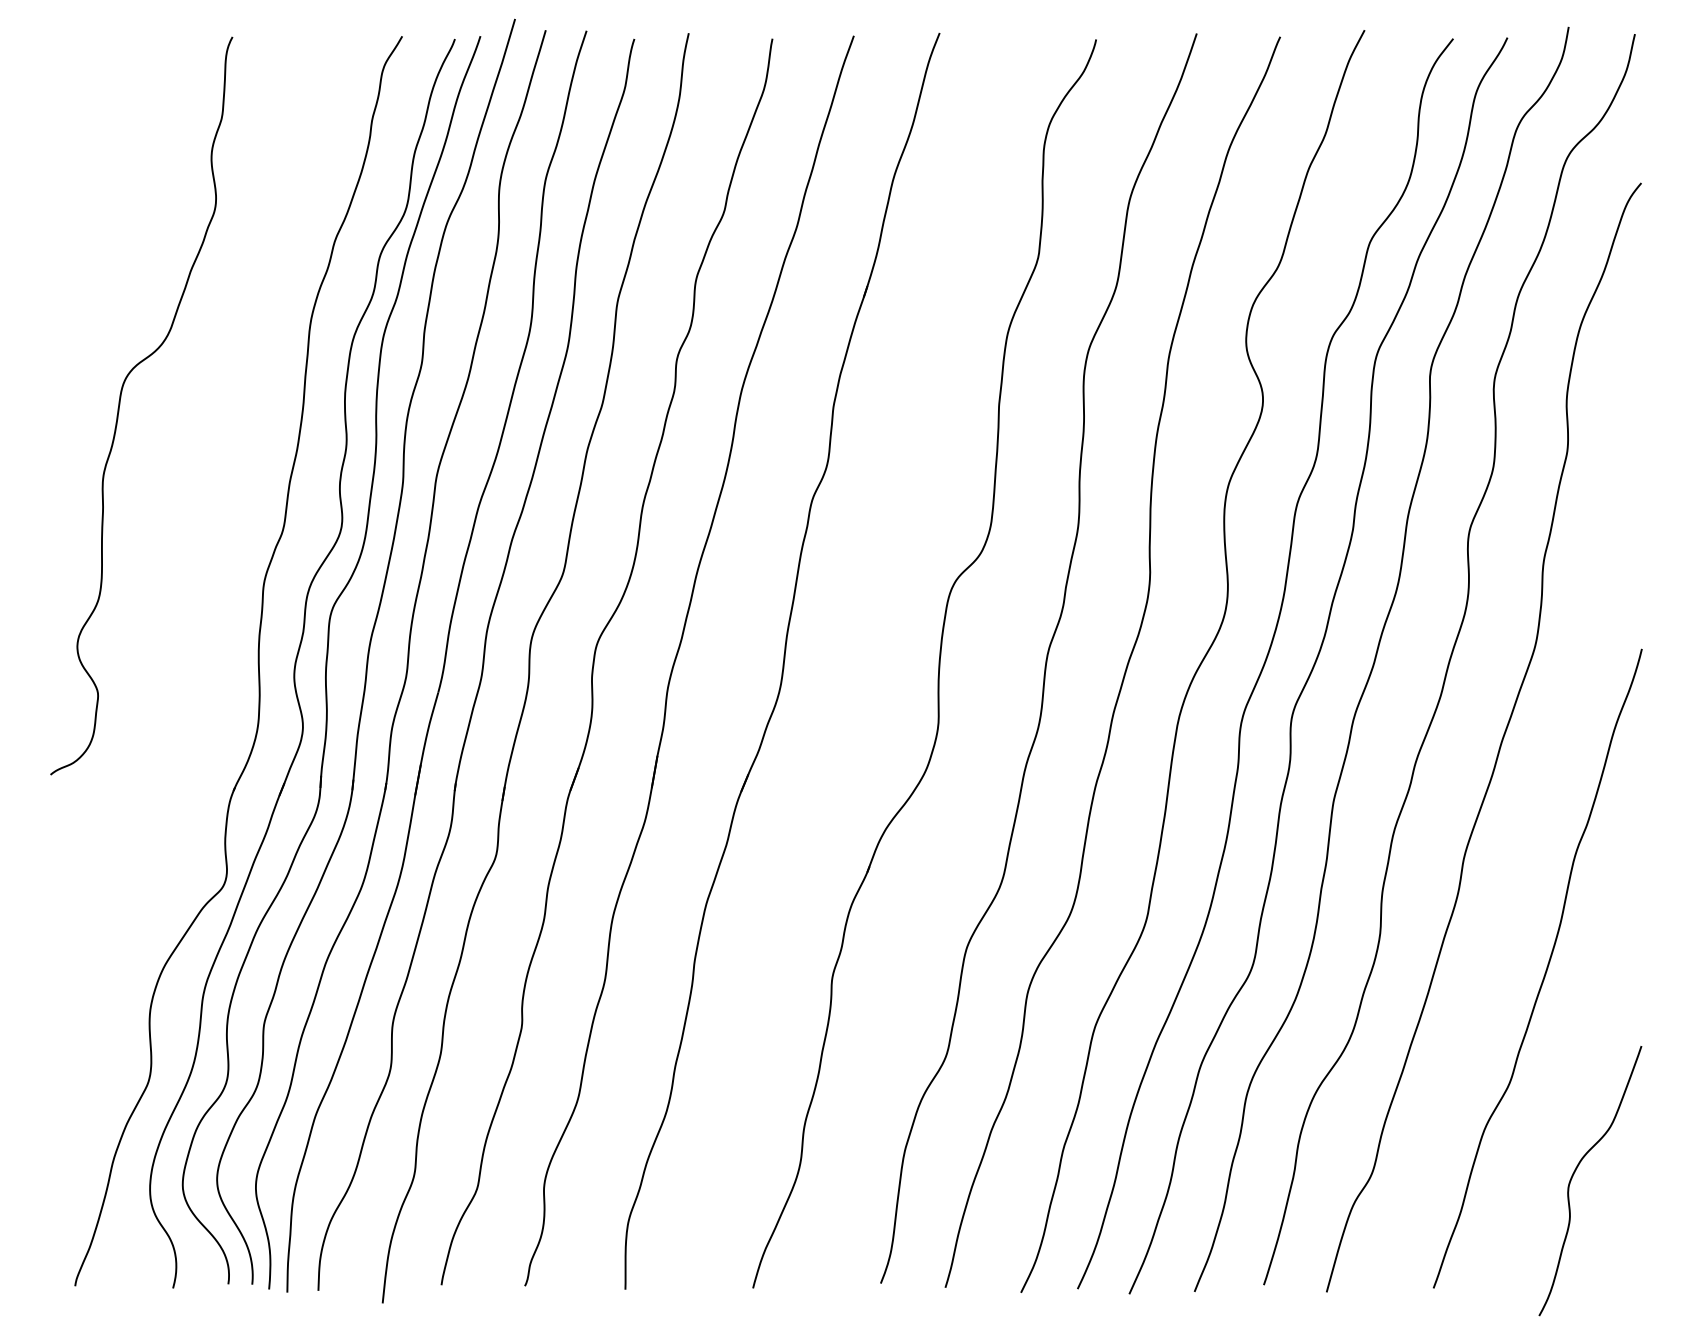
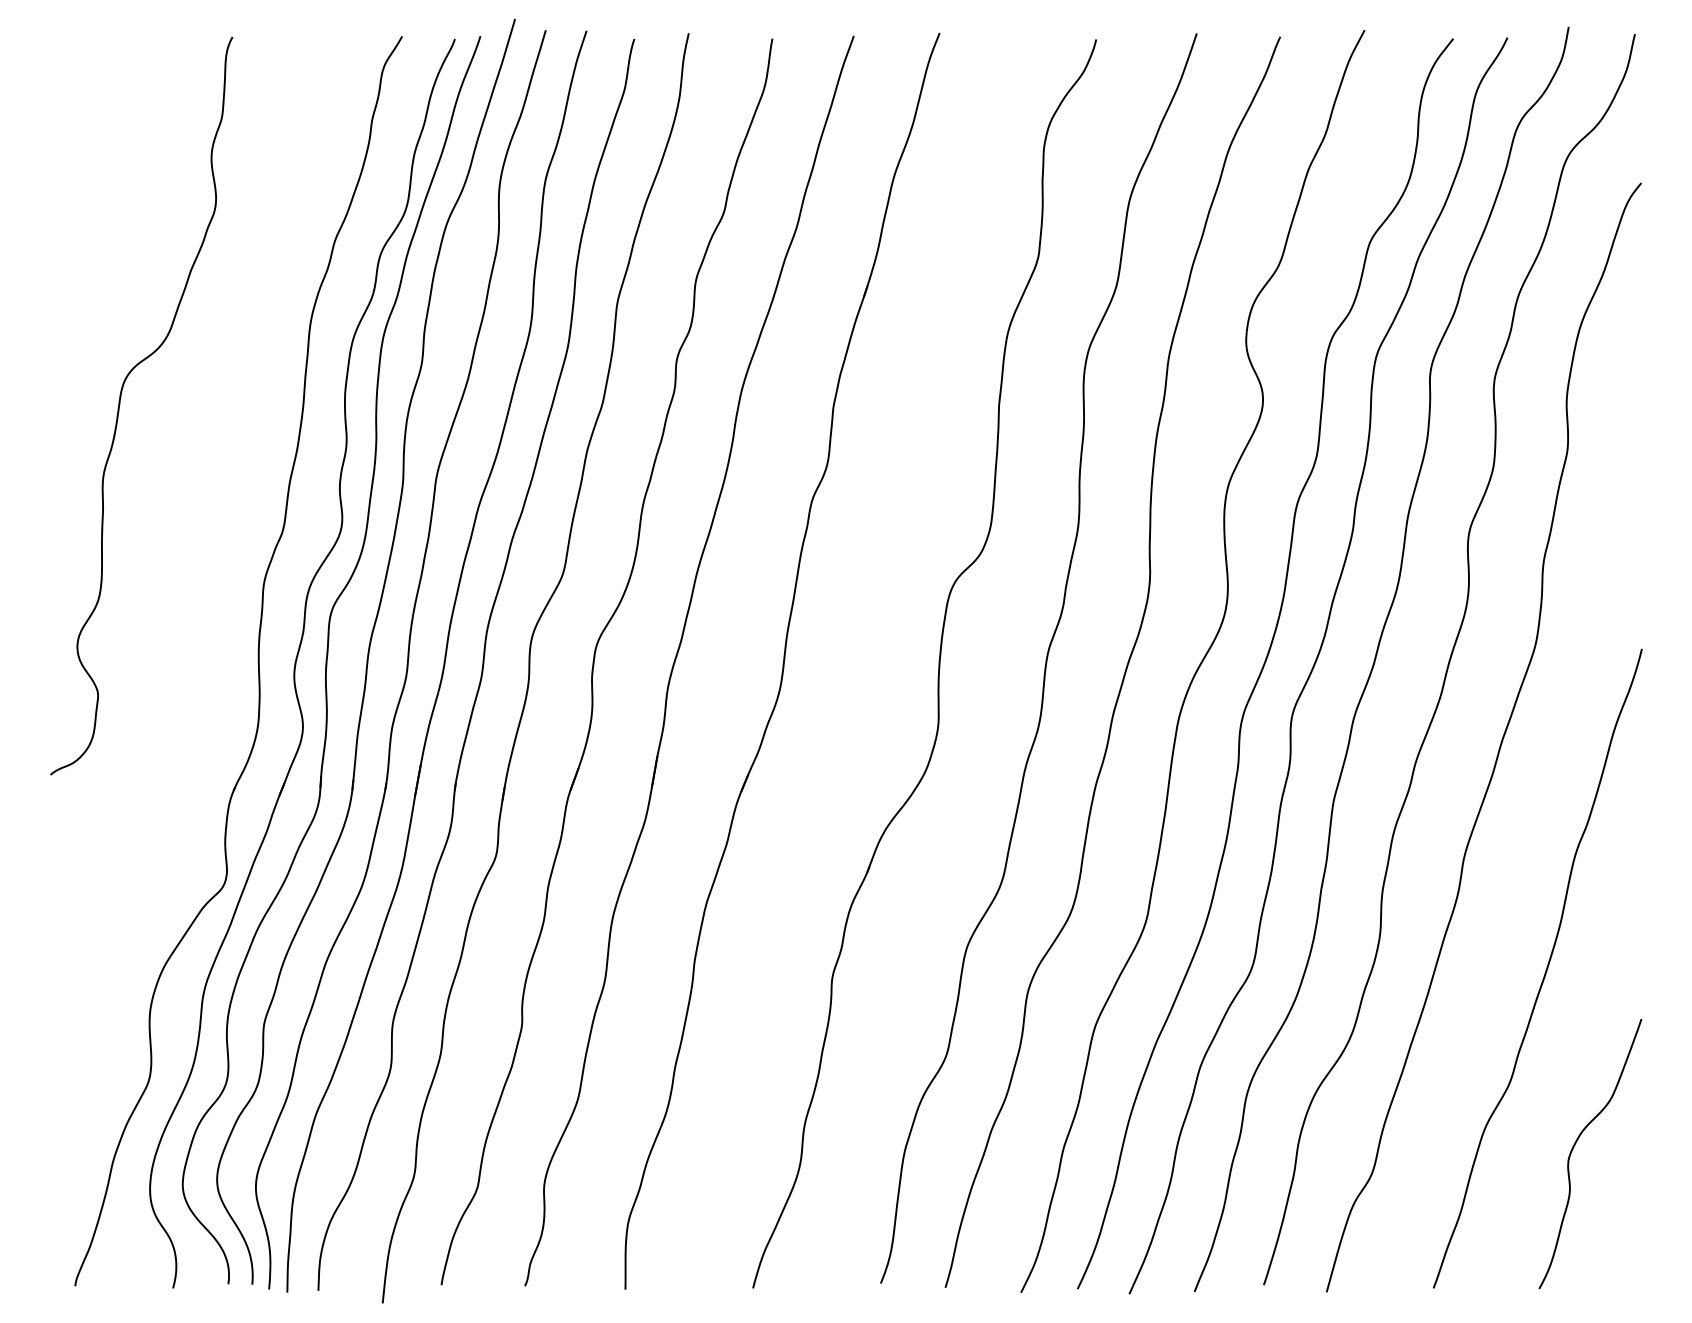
curve at (1574, 1174) position: (1574, 1174) -> (1574, 1147)
